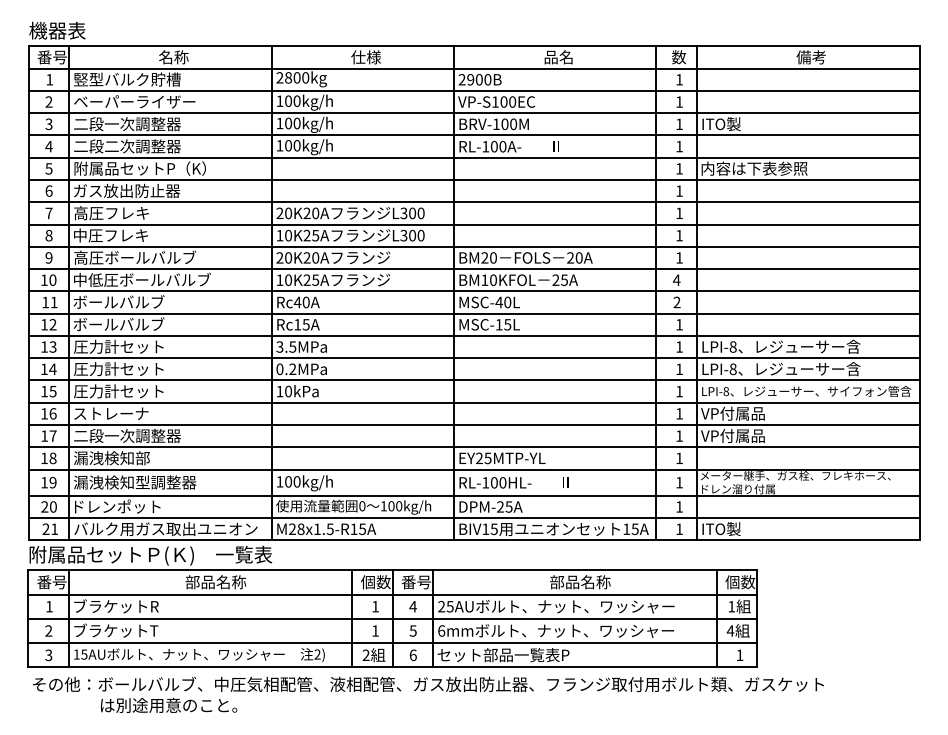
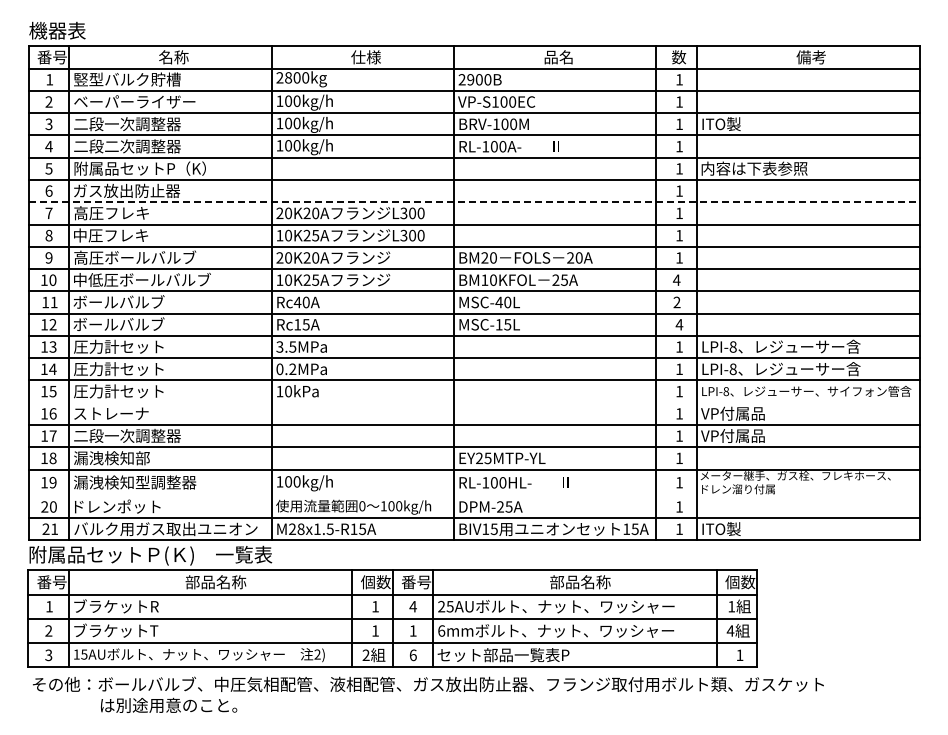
line at (474, 202): solid -> dashed
text at (679, 324): 1 -> 4
line at (473, 402): present -> none
line at (473, 495): present -> none
text at (412, 630): 5 -> 1
